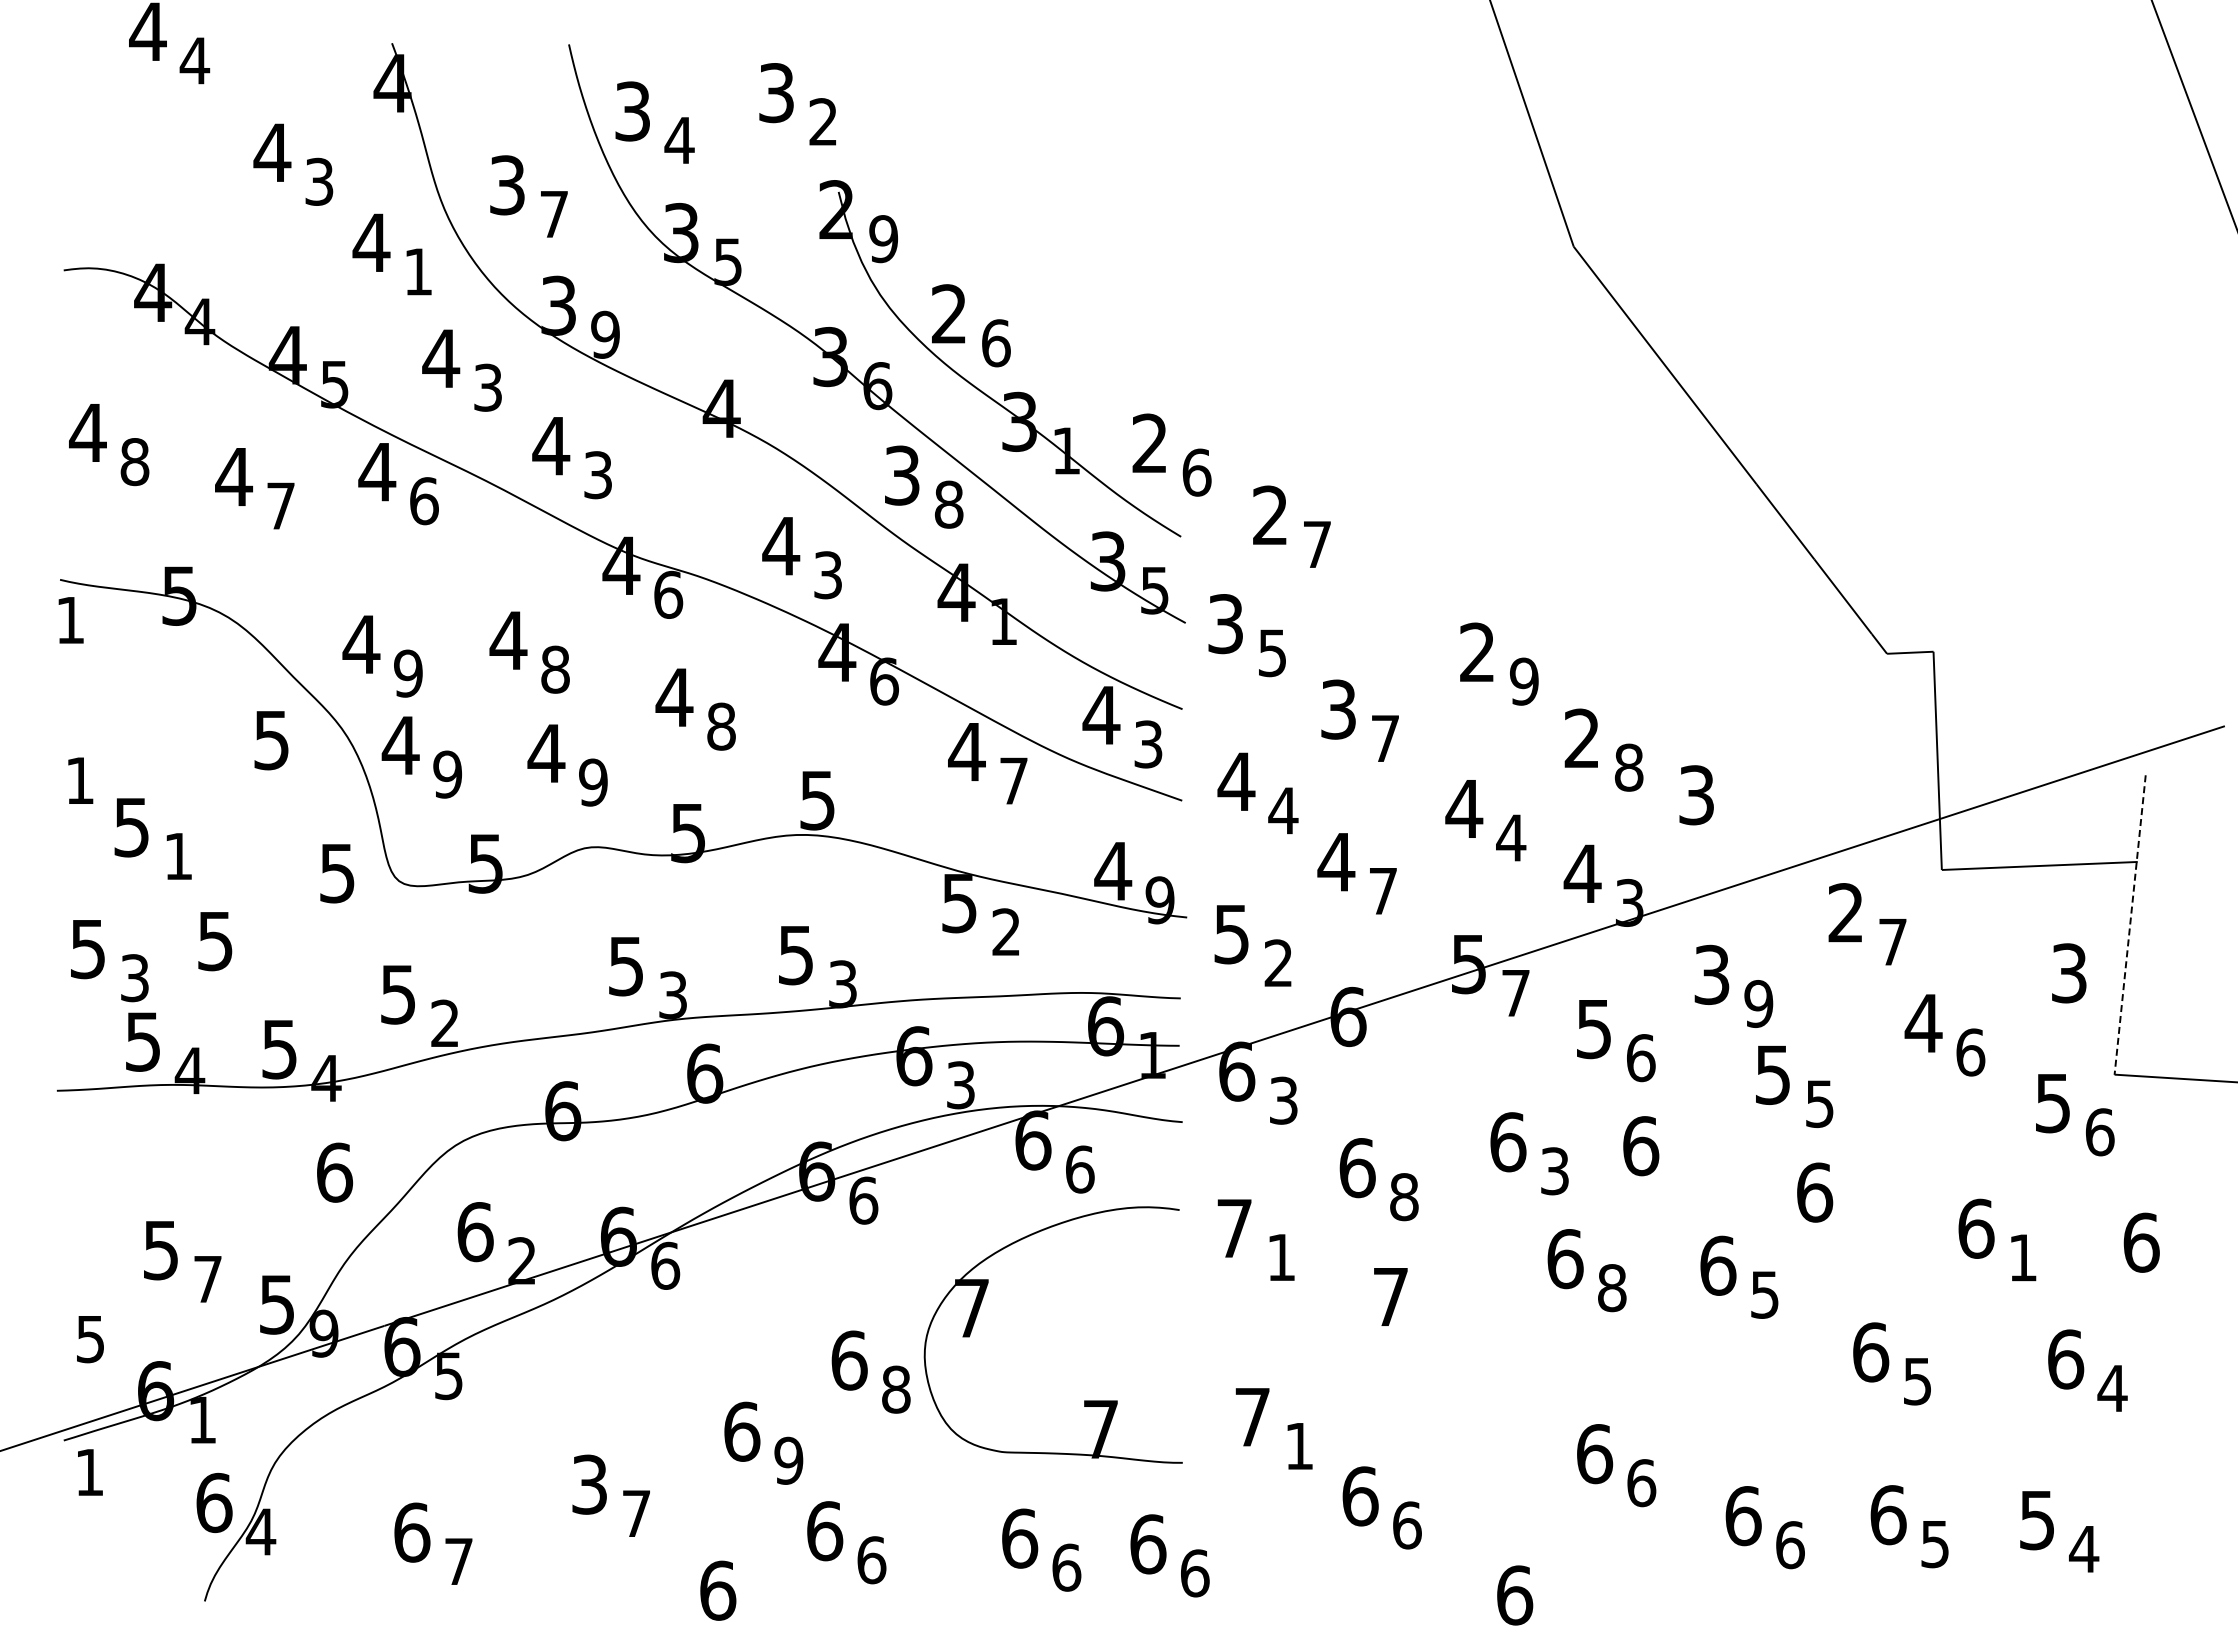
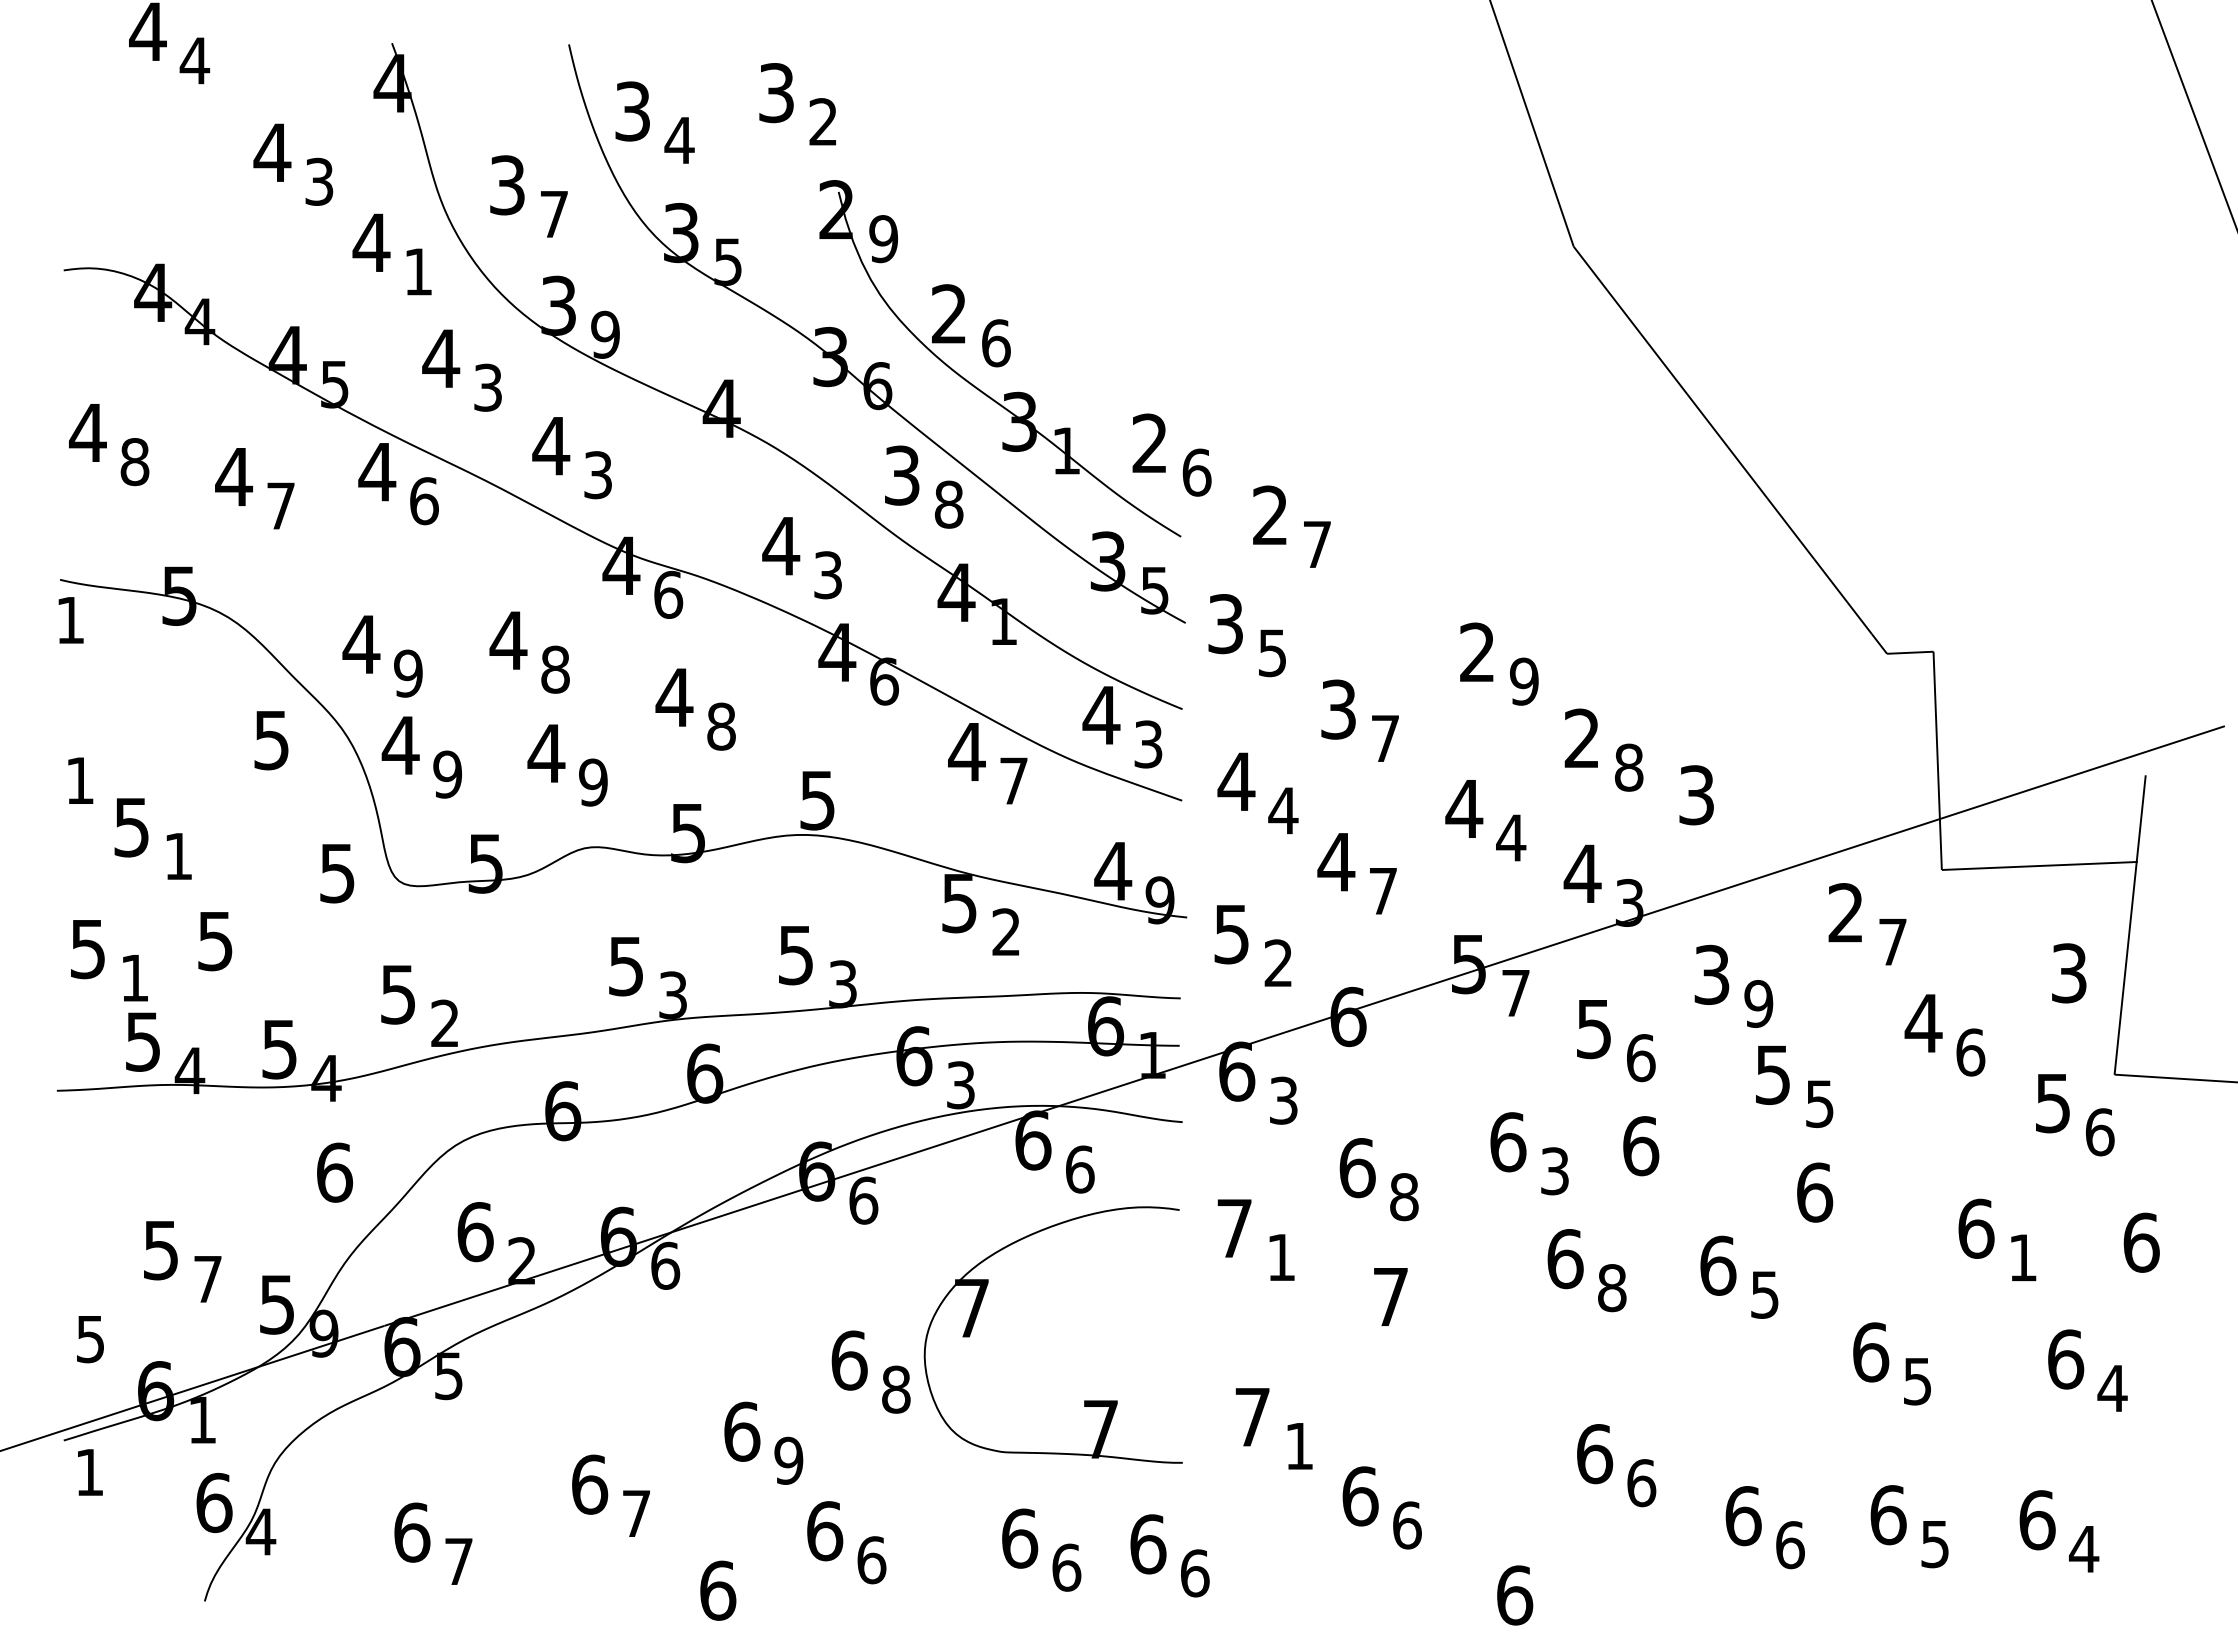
line at (2130, 925): dashed -> solid
text at (134, 978): 3 -> 1
text at (590, 1484): 3 -> 6
text at (2037, 1520): 5 -> 6
